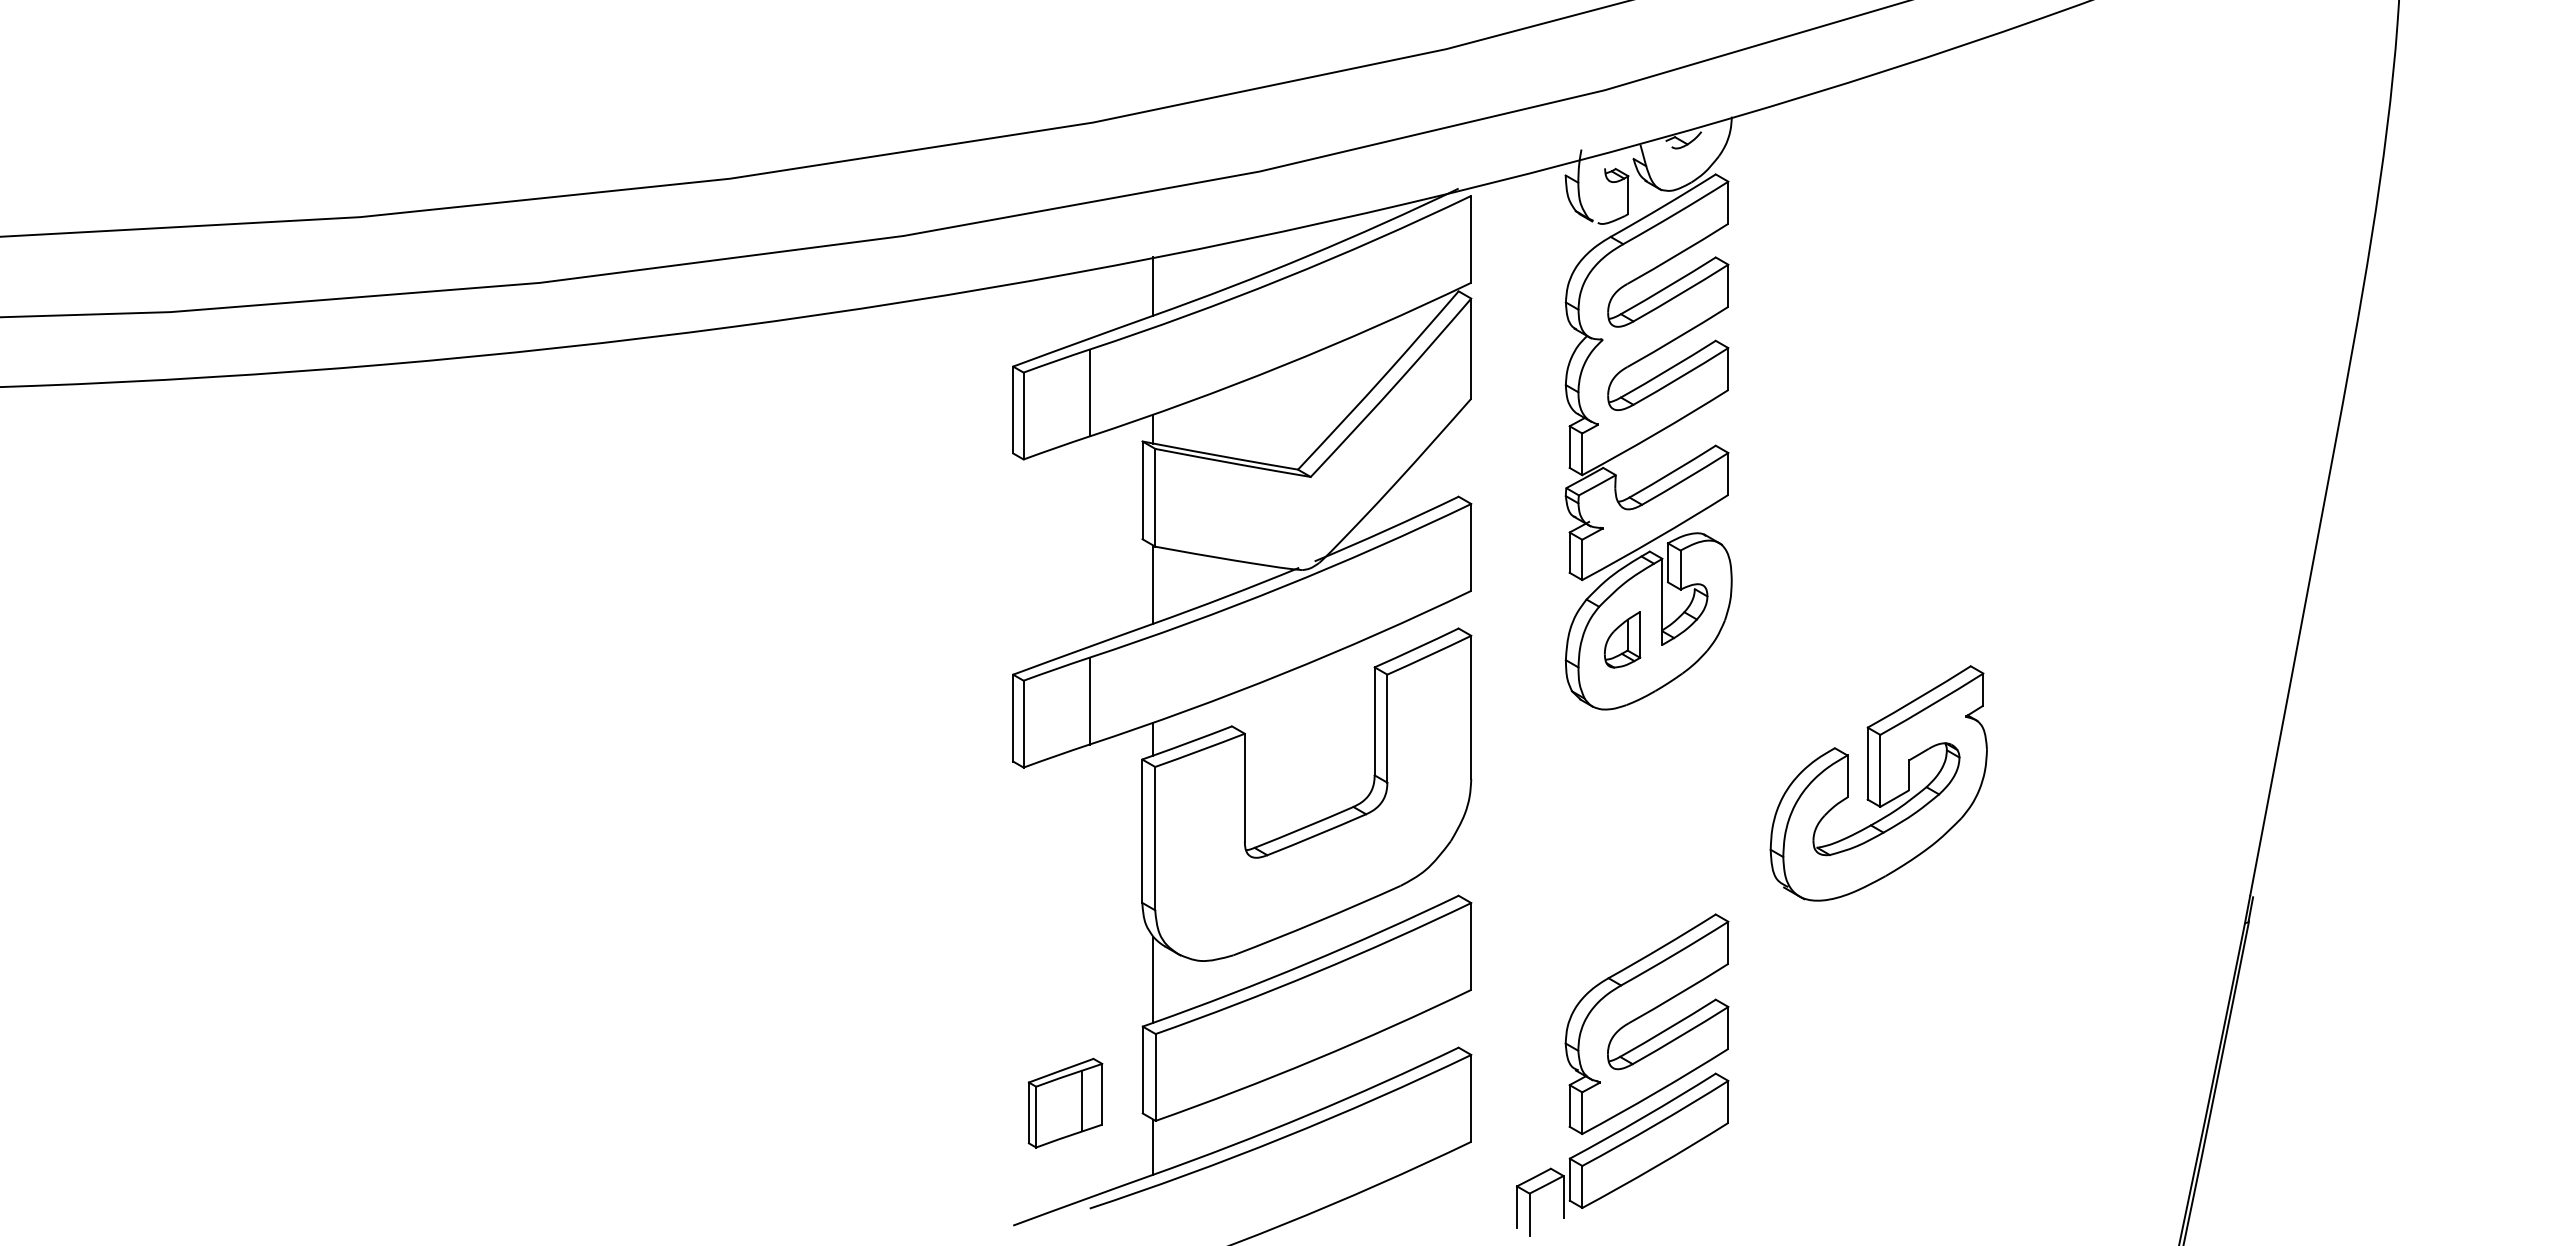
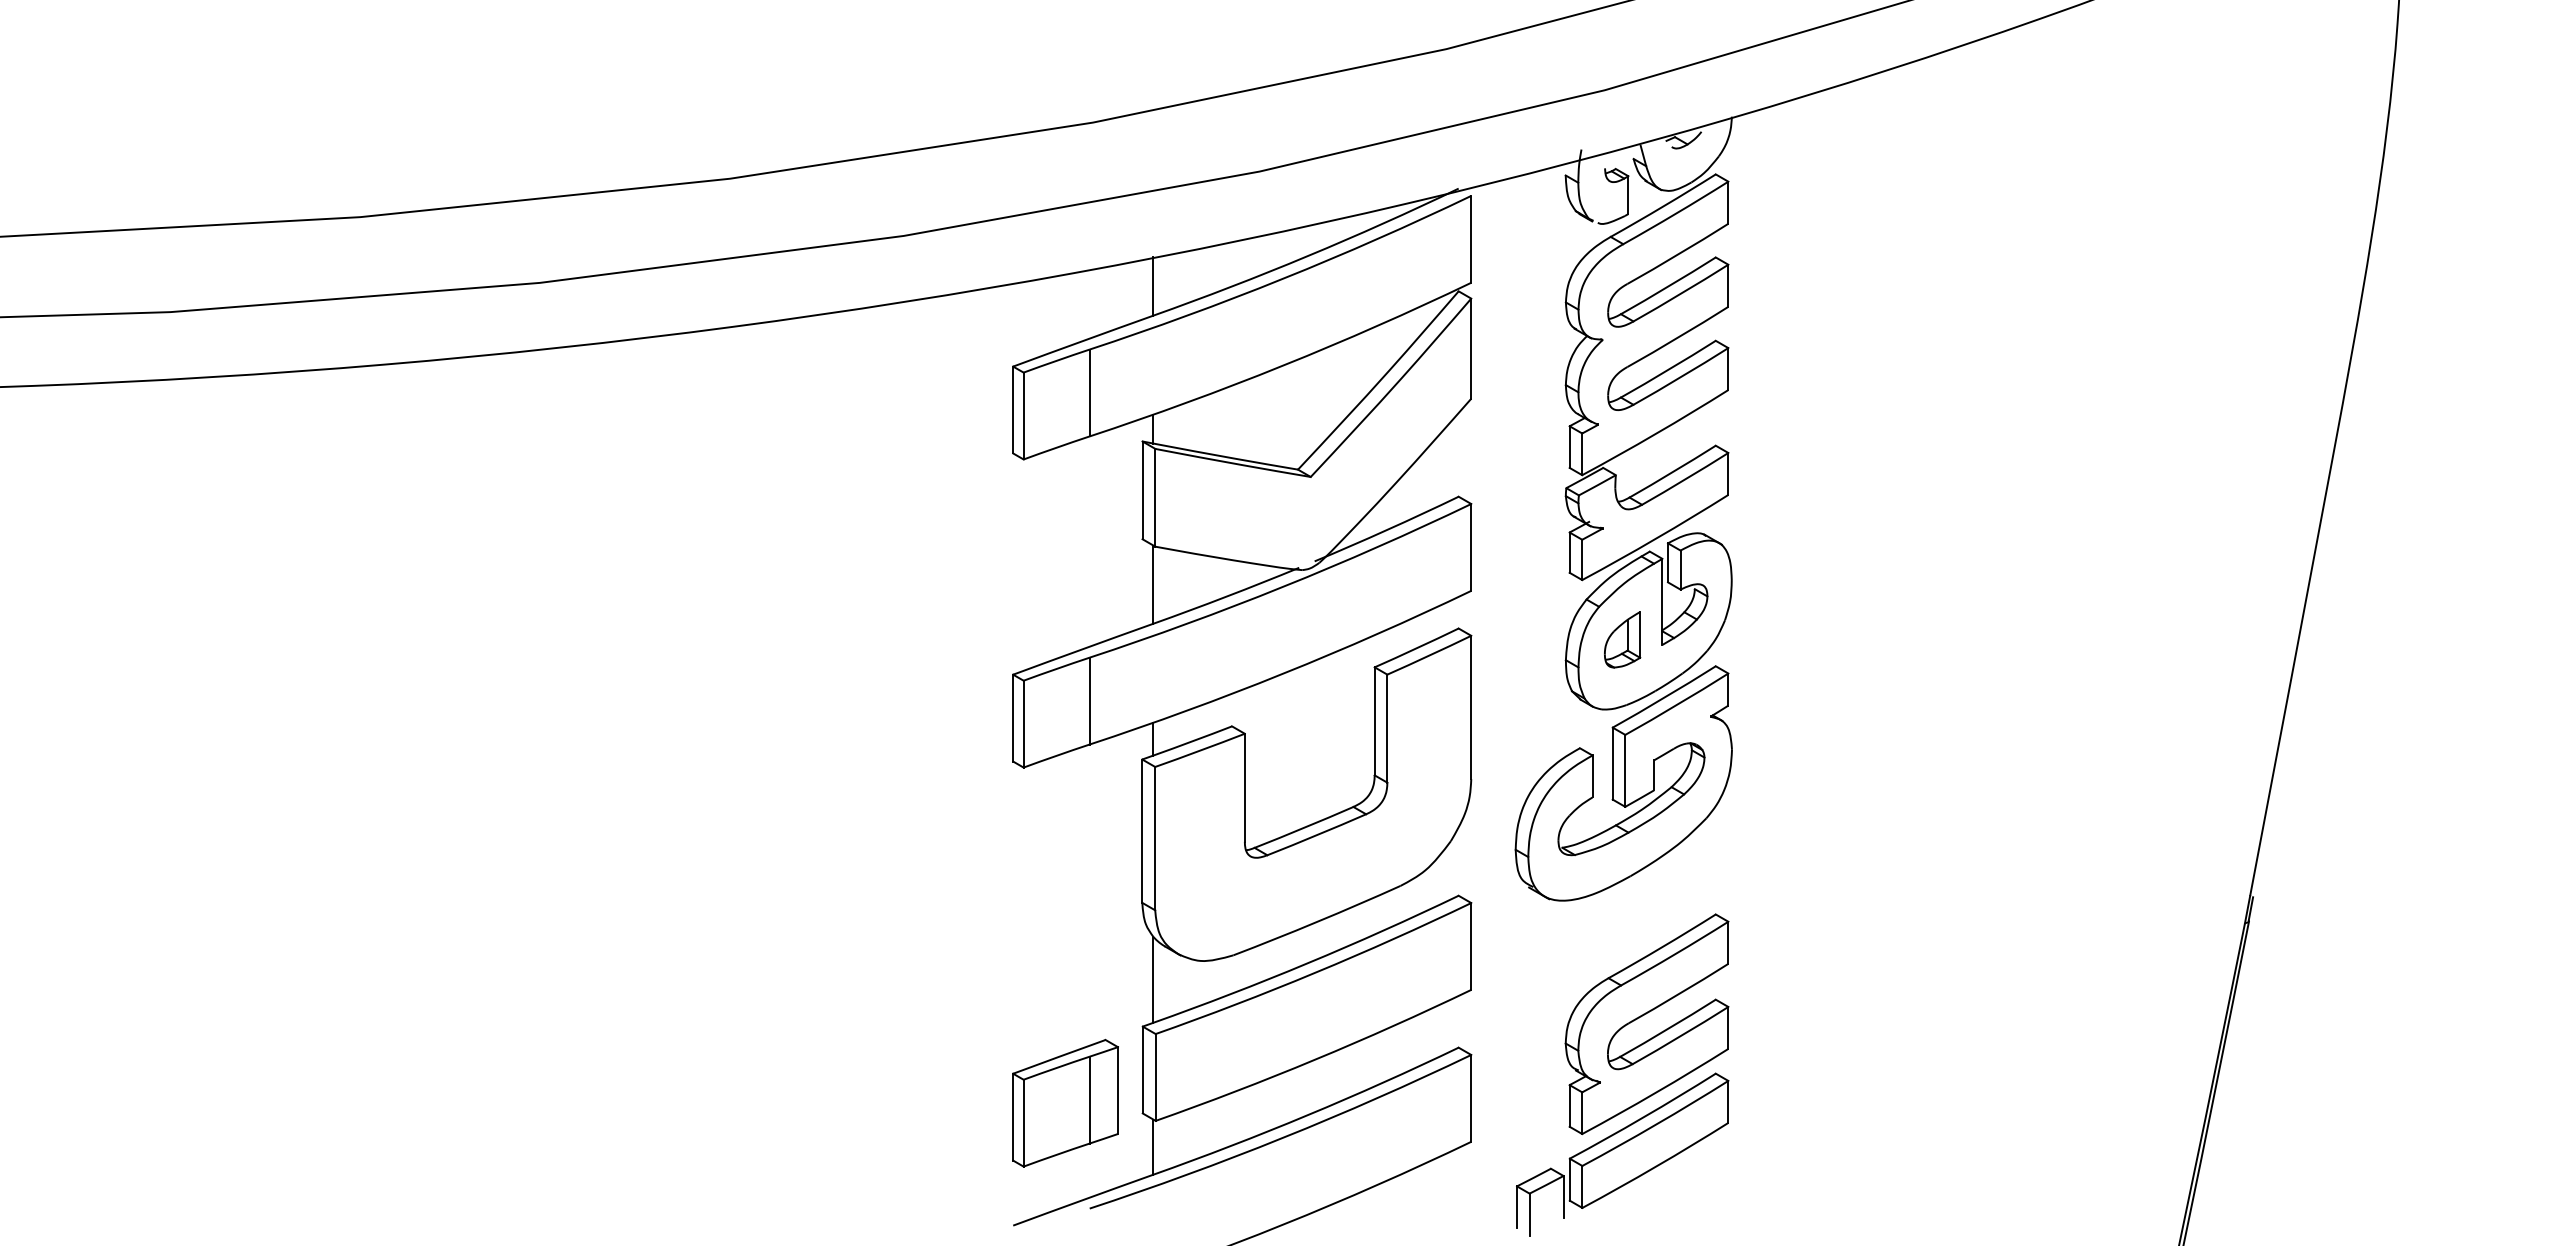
part at (1878, 783) position: (1878, 783) -> (1623, 783)
part at (1065, 1102) size: 77x92 px -> 107x130 px
